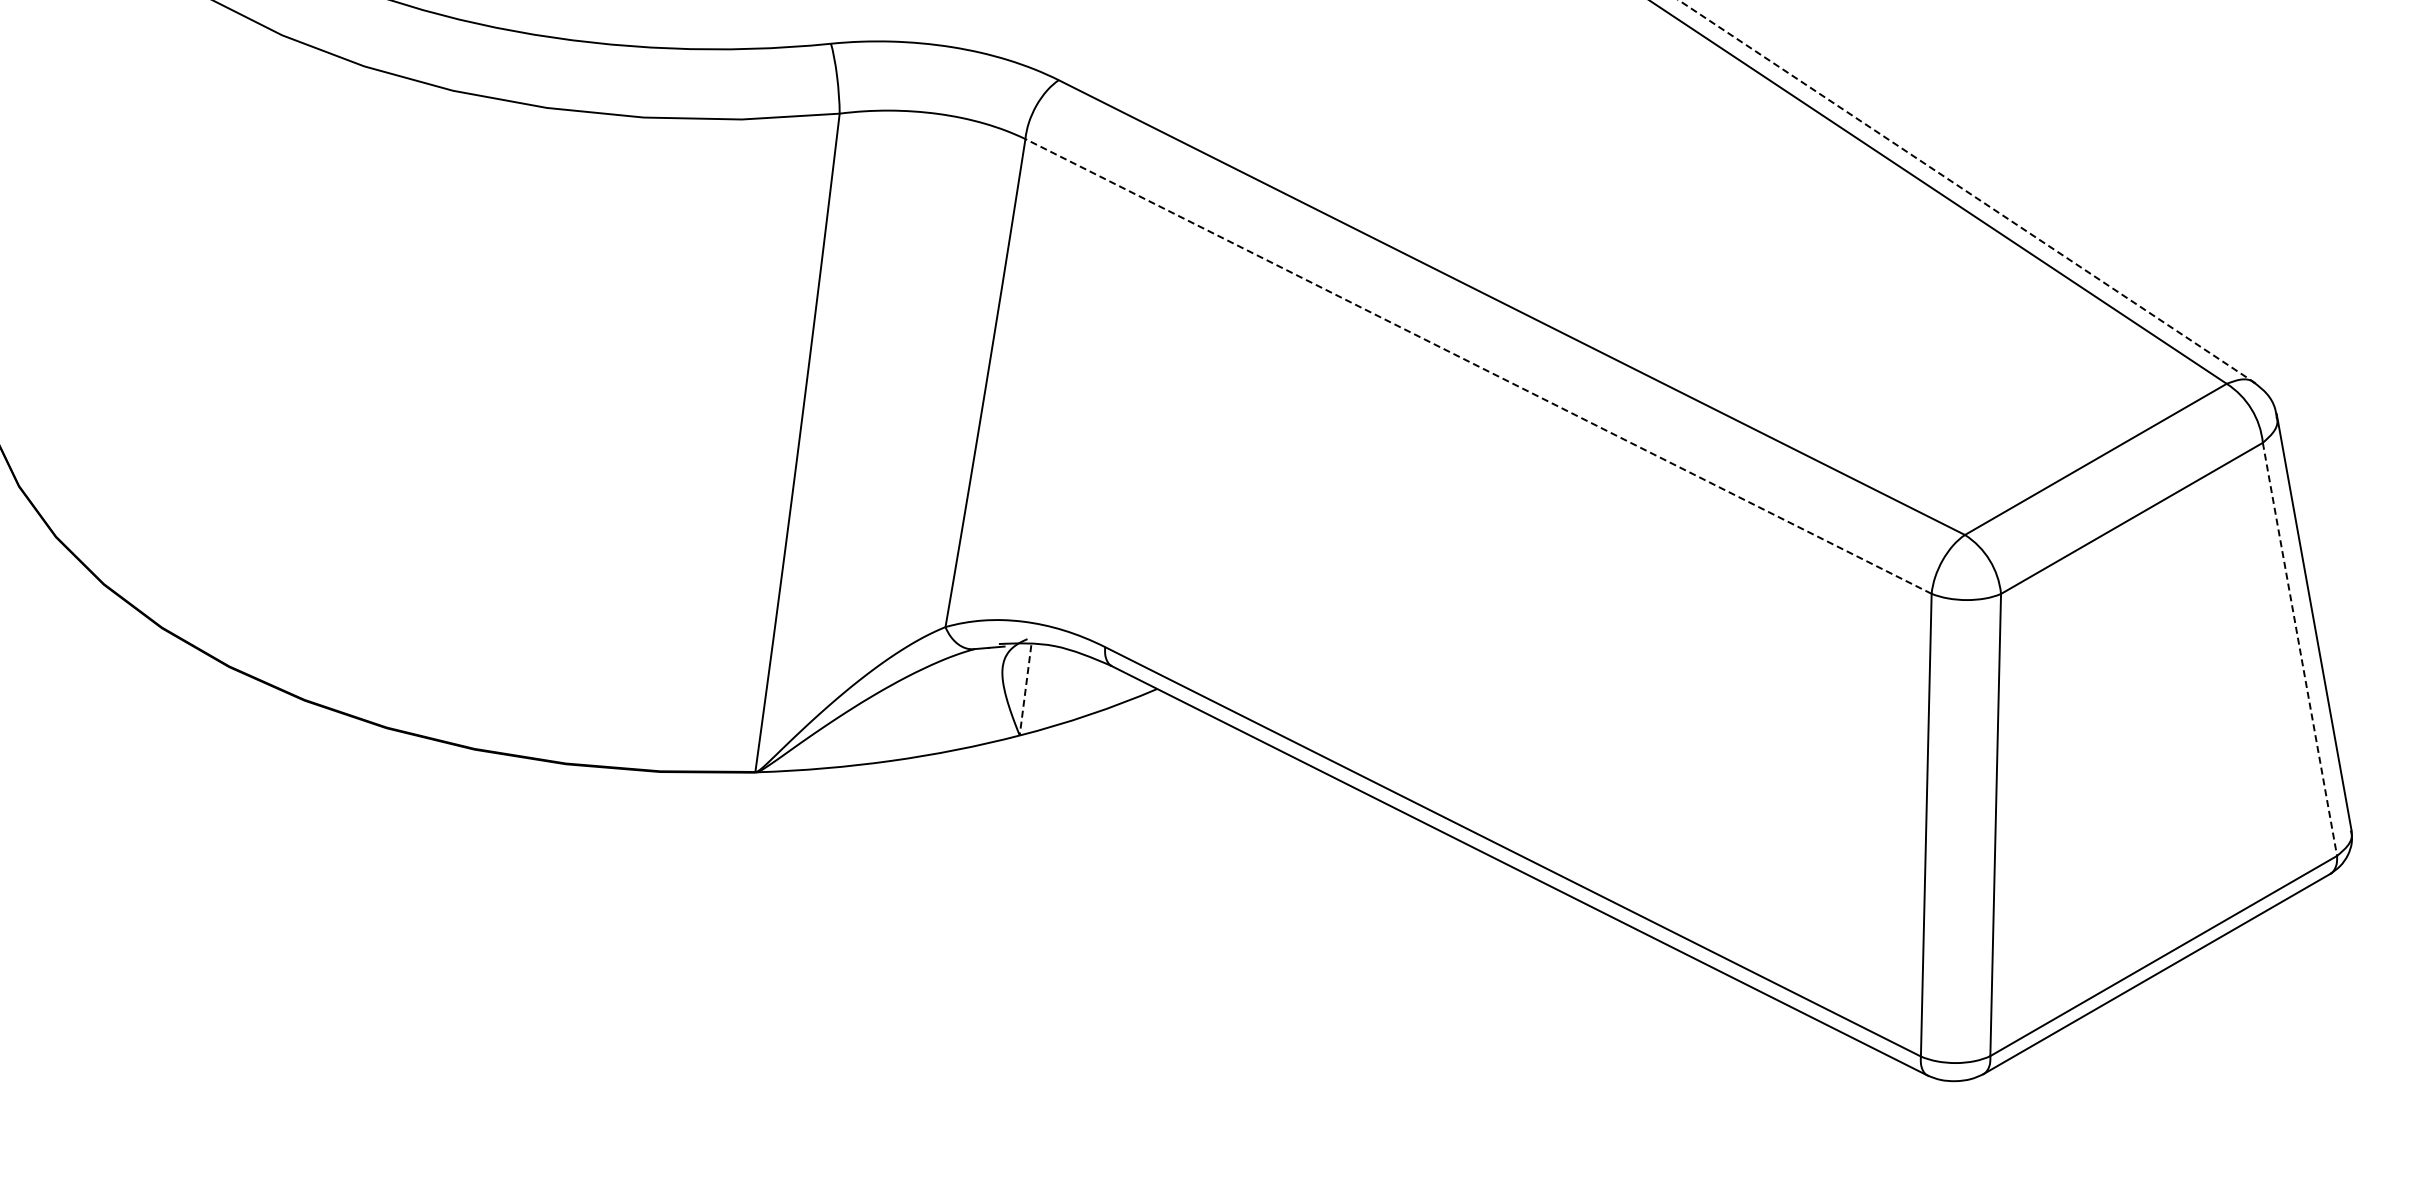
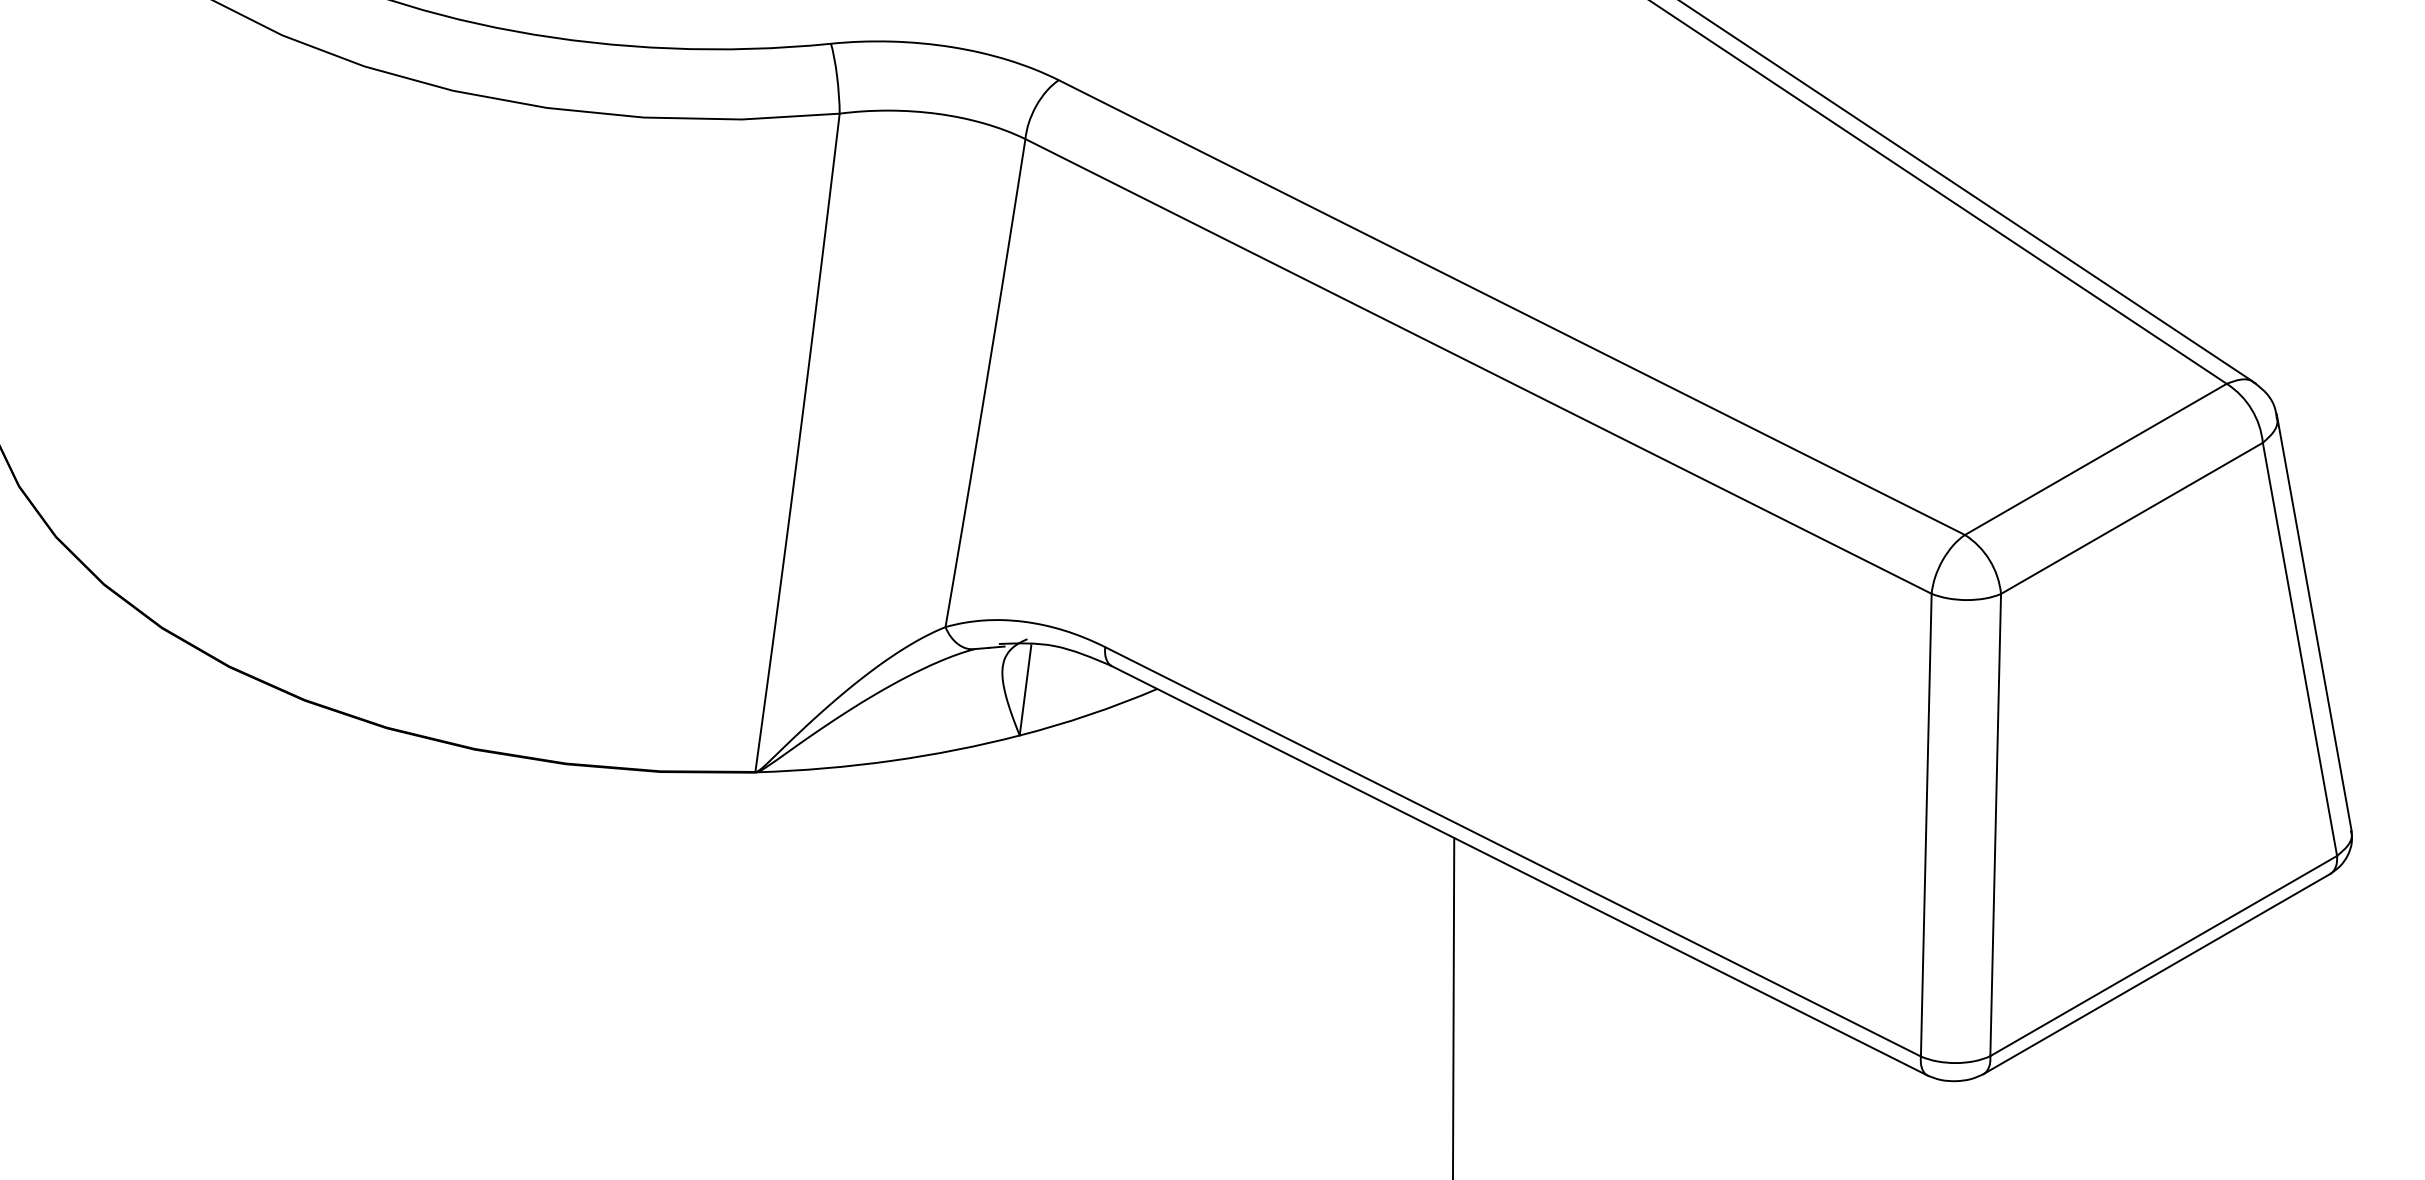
line at (1966, 191): dashed -> solid
line at (1478, 366): dashed -> solid
line at (2299, 649): dashed -> solid
line at (1025, 690): dashed -> solid
line at (1453, 1006): none -> present
